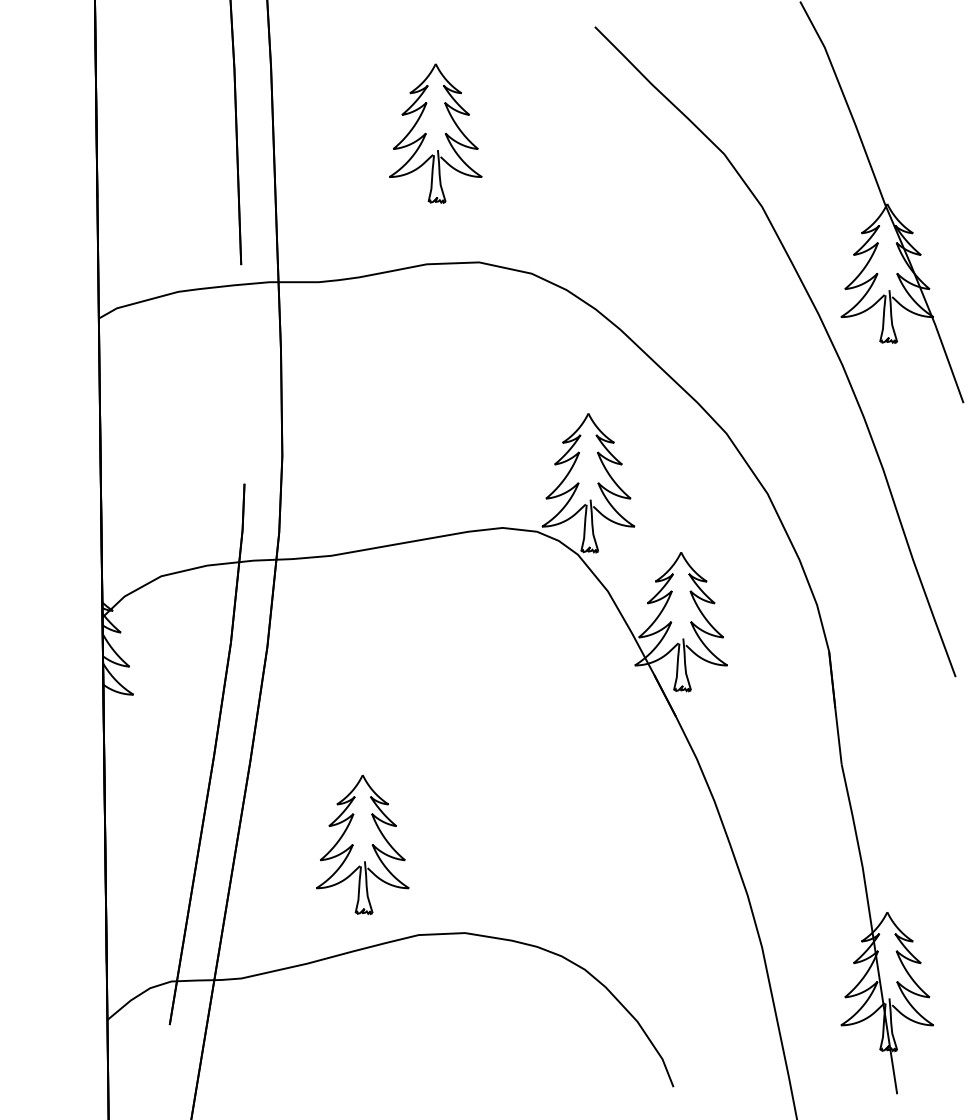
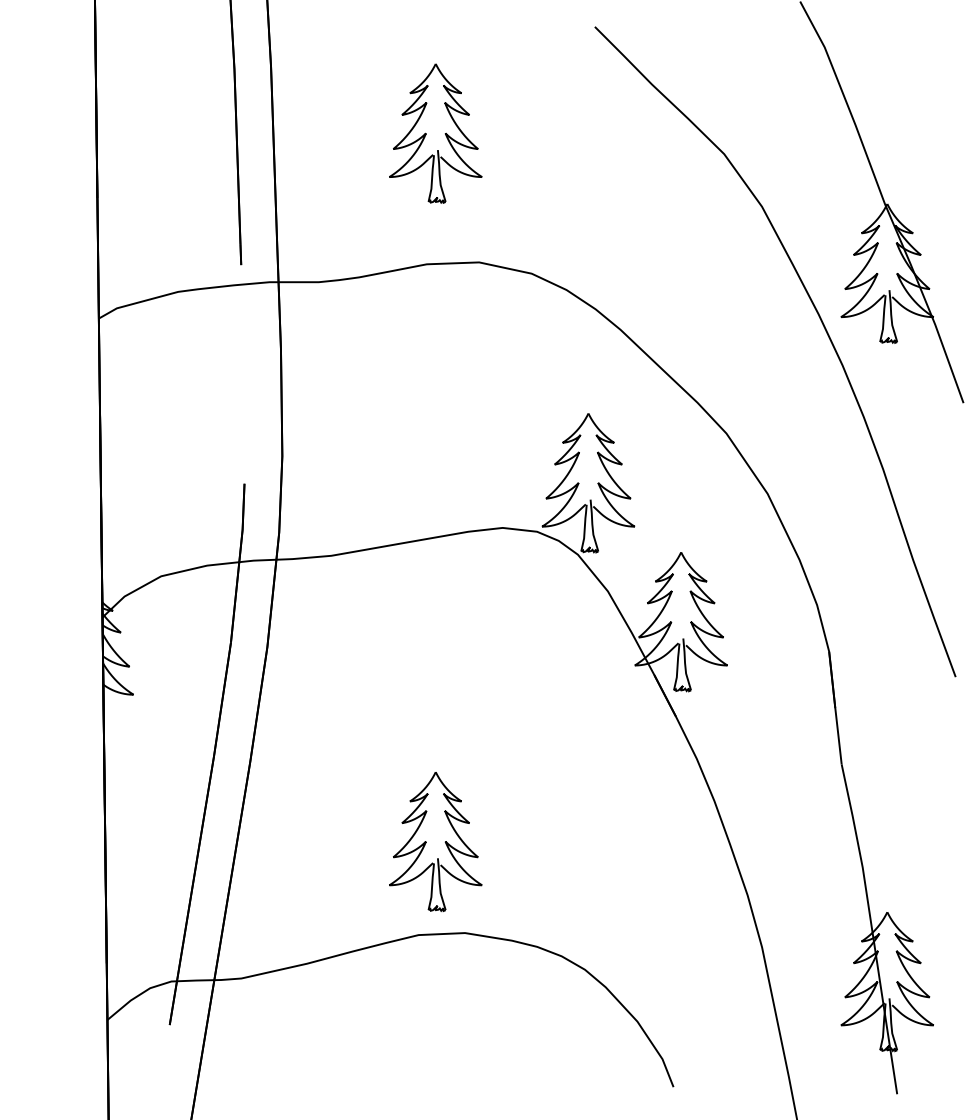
part at (362, 844) position: (362, 844) -> (435, 841)
